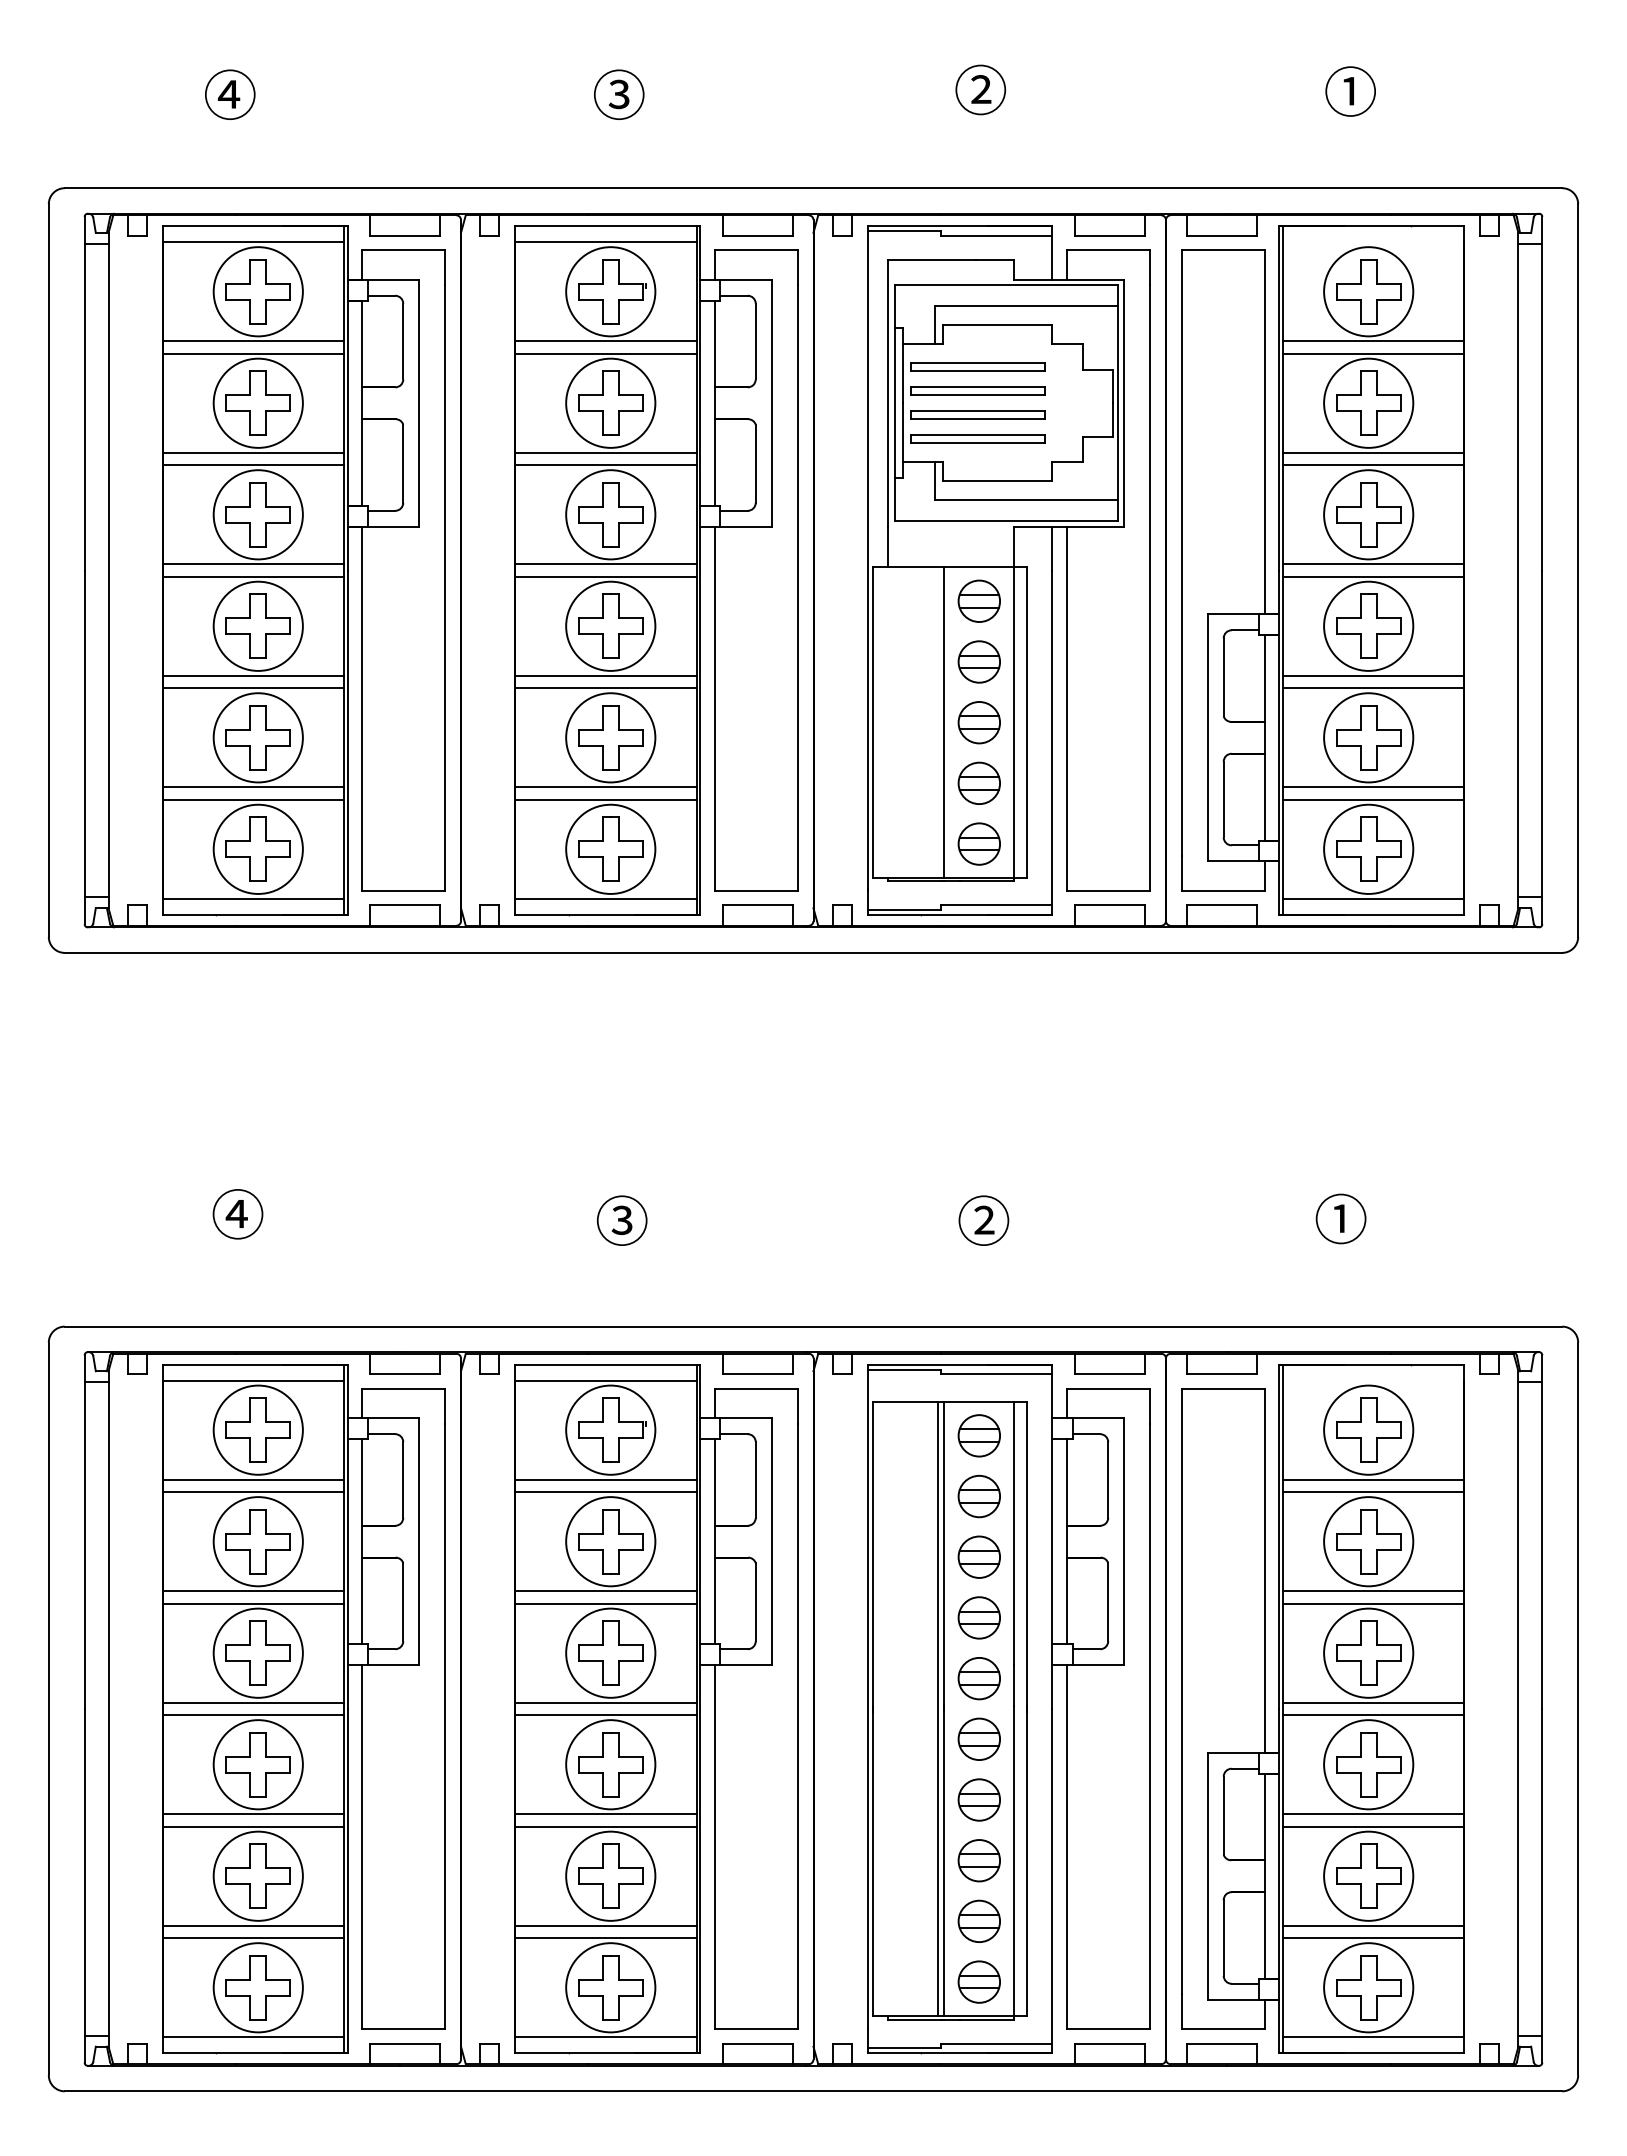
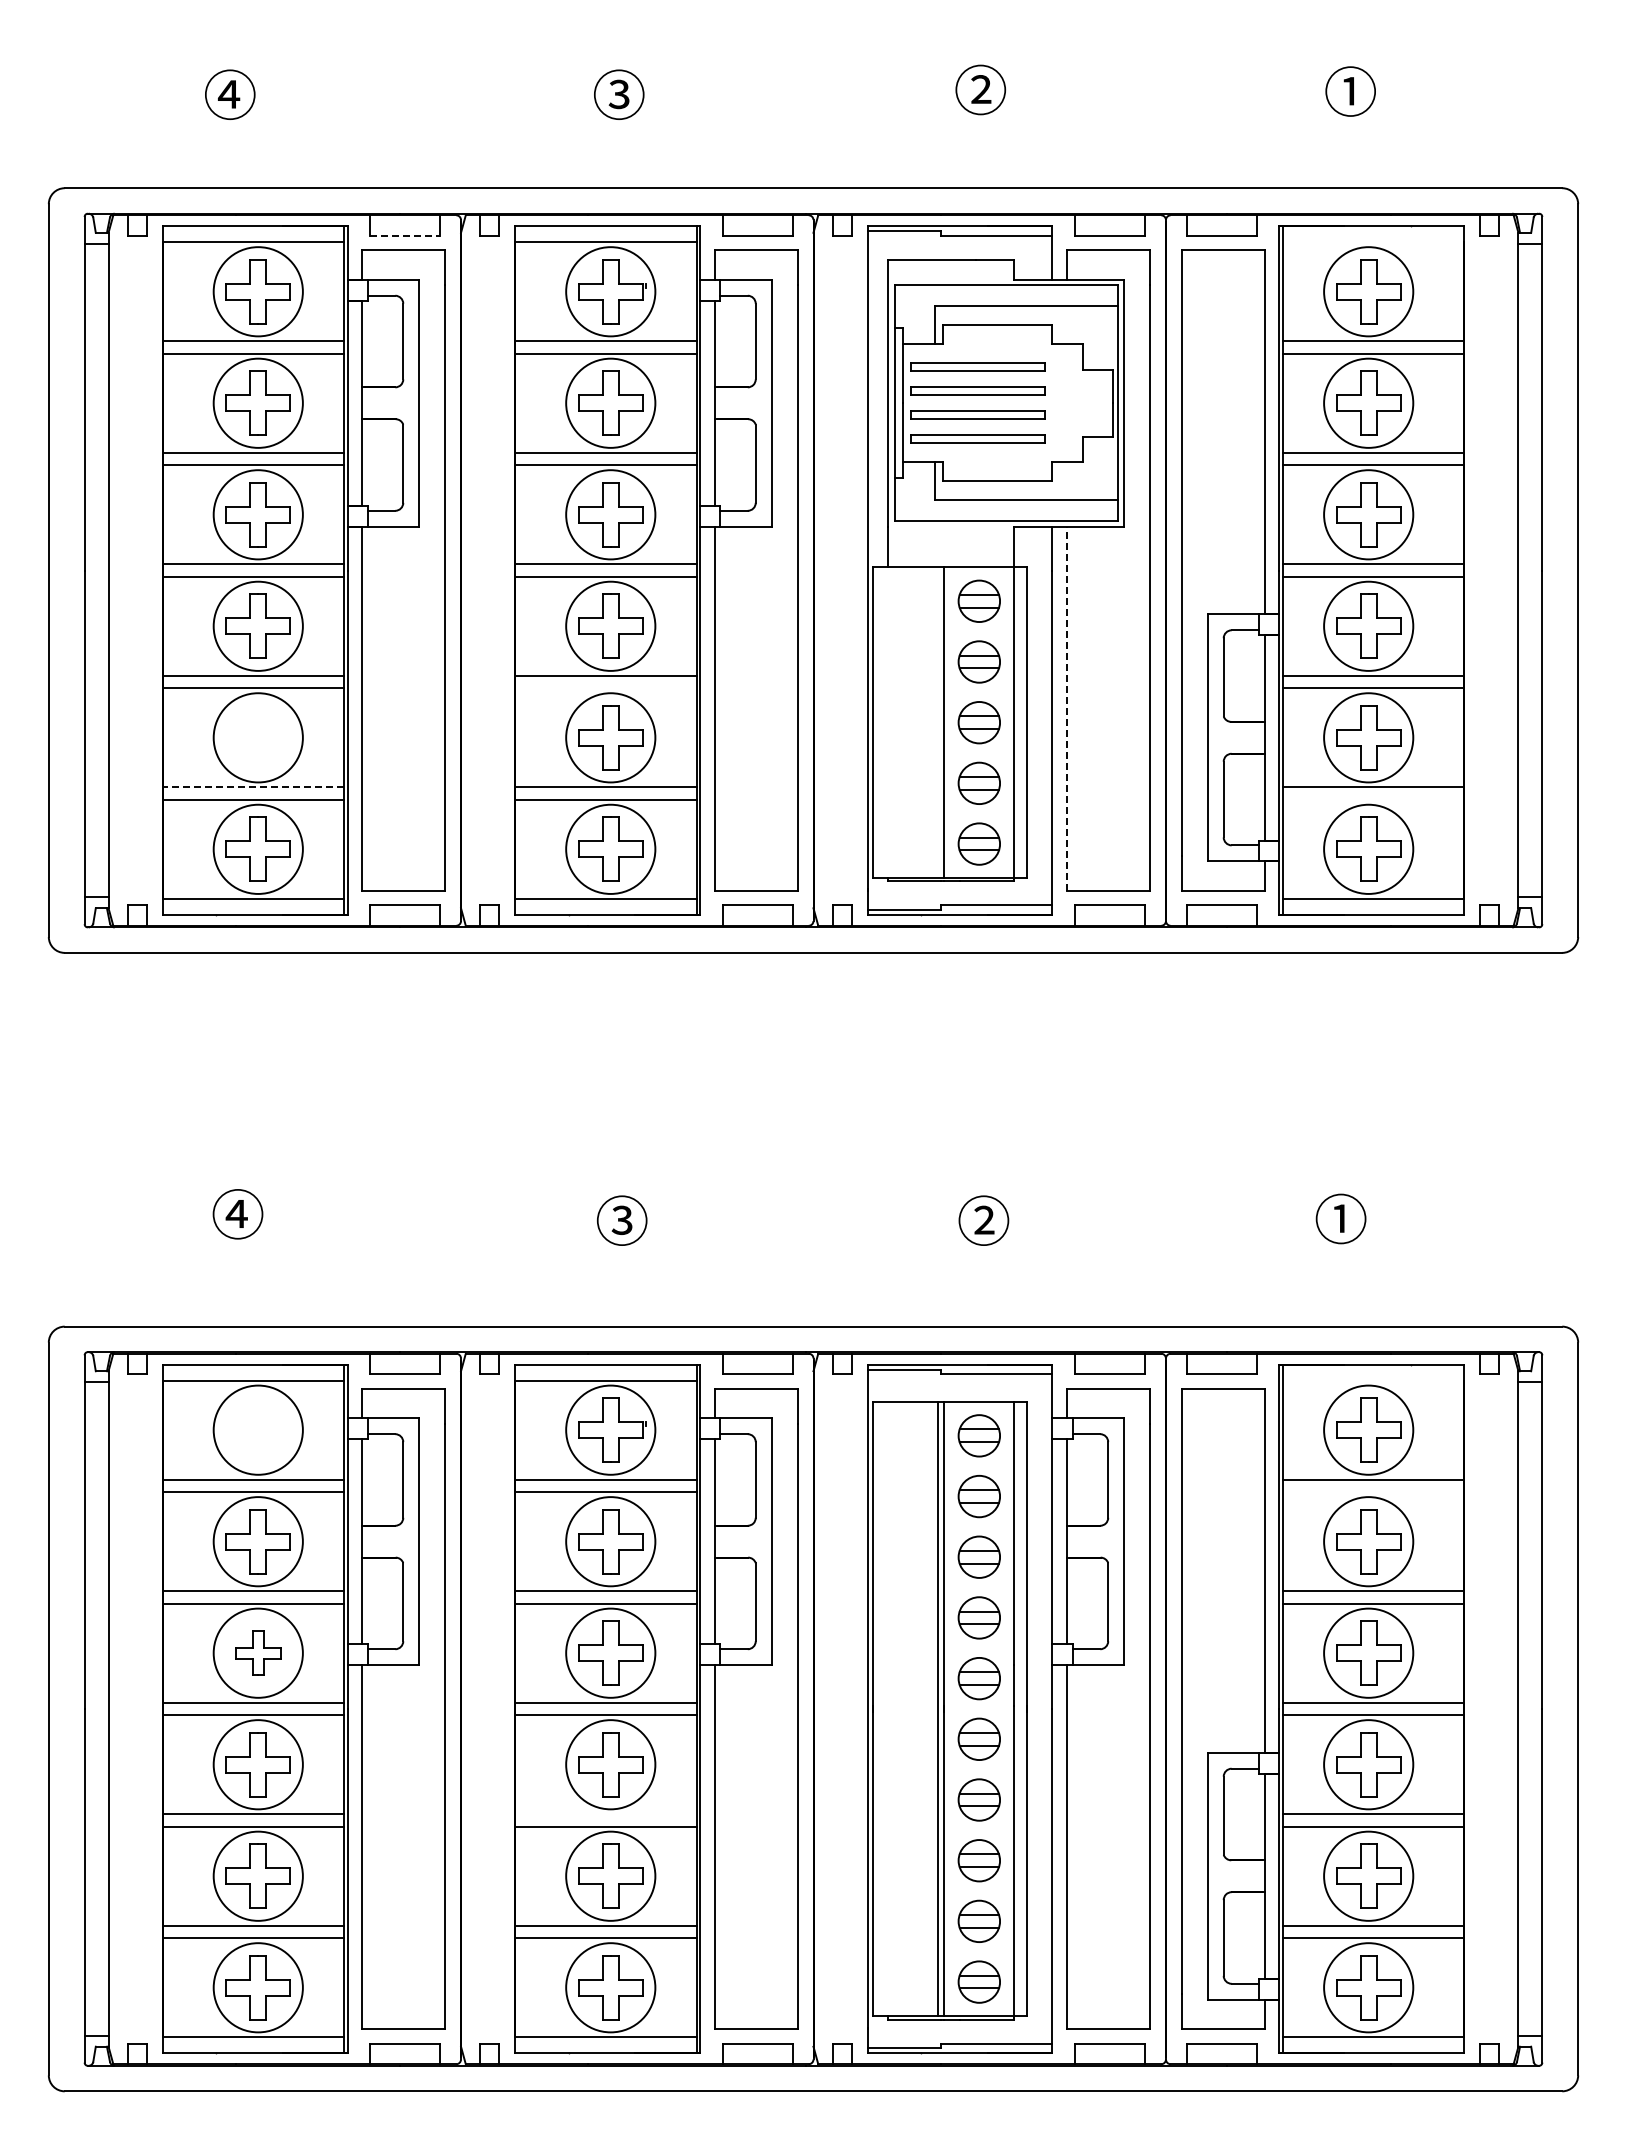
line at (405, 236): solid -> dashed
line at (605, 688): present -> none
line at (1067, 708): solid -> dashed
part at (257, 737): present -> none
line at (253, 787): solid -> dashed
line at (1373, 799): present -> none
part at (257, 1429): present -> none
line at (1373, 1492): present -> none
part at (257, 1652) size: 66x66 px -> 47x46 px
line at (605, 1814): present -> none
